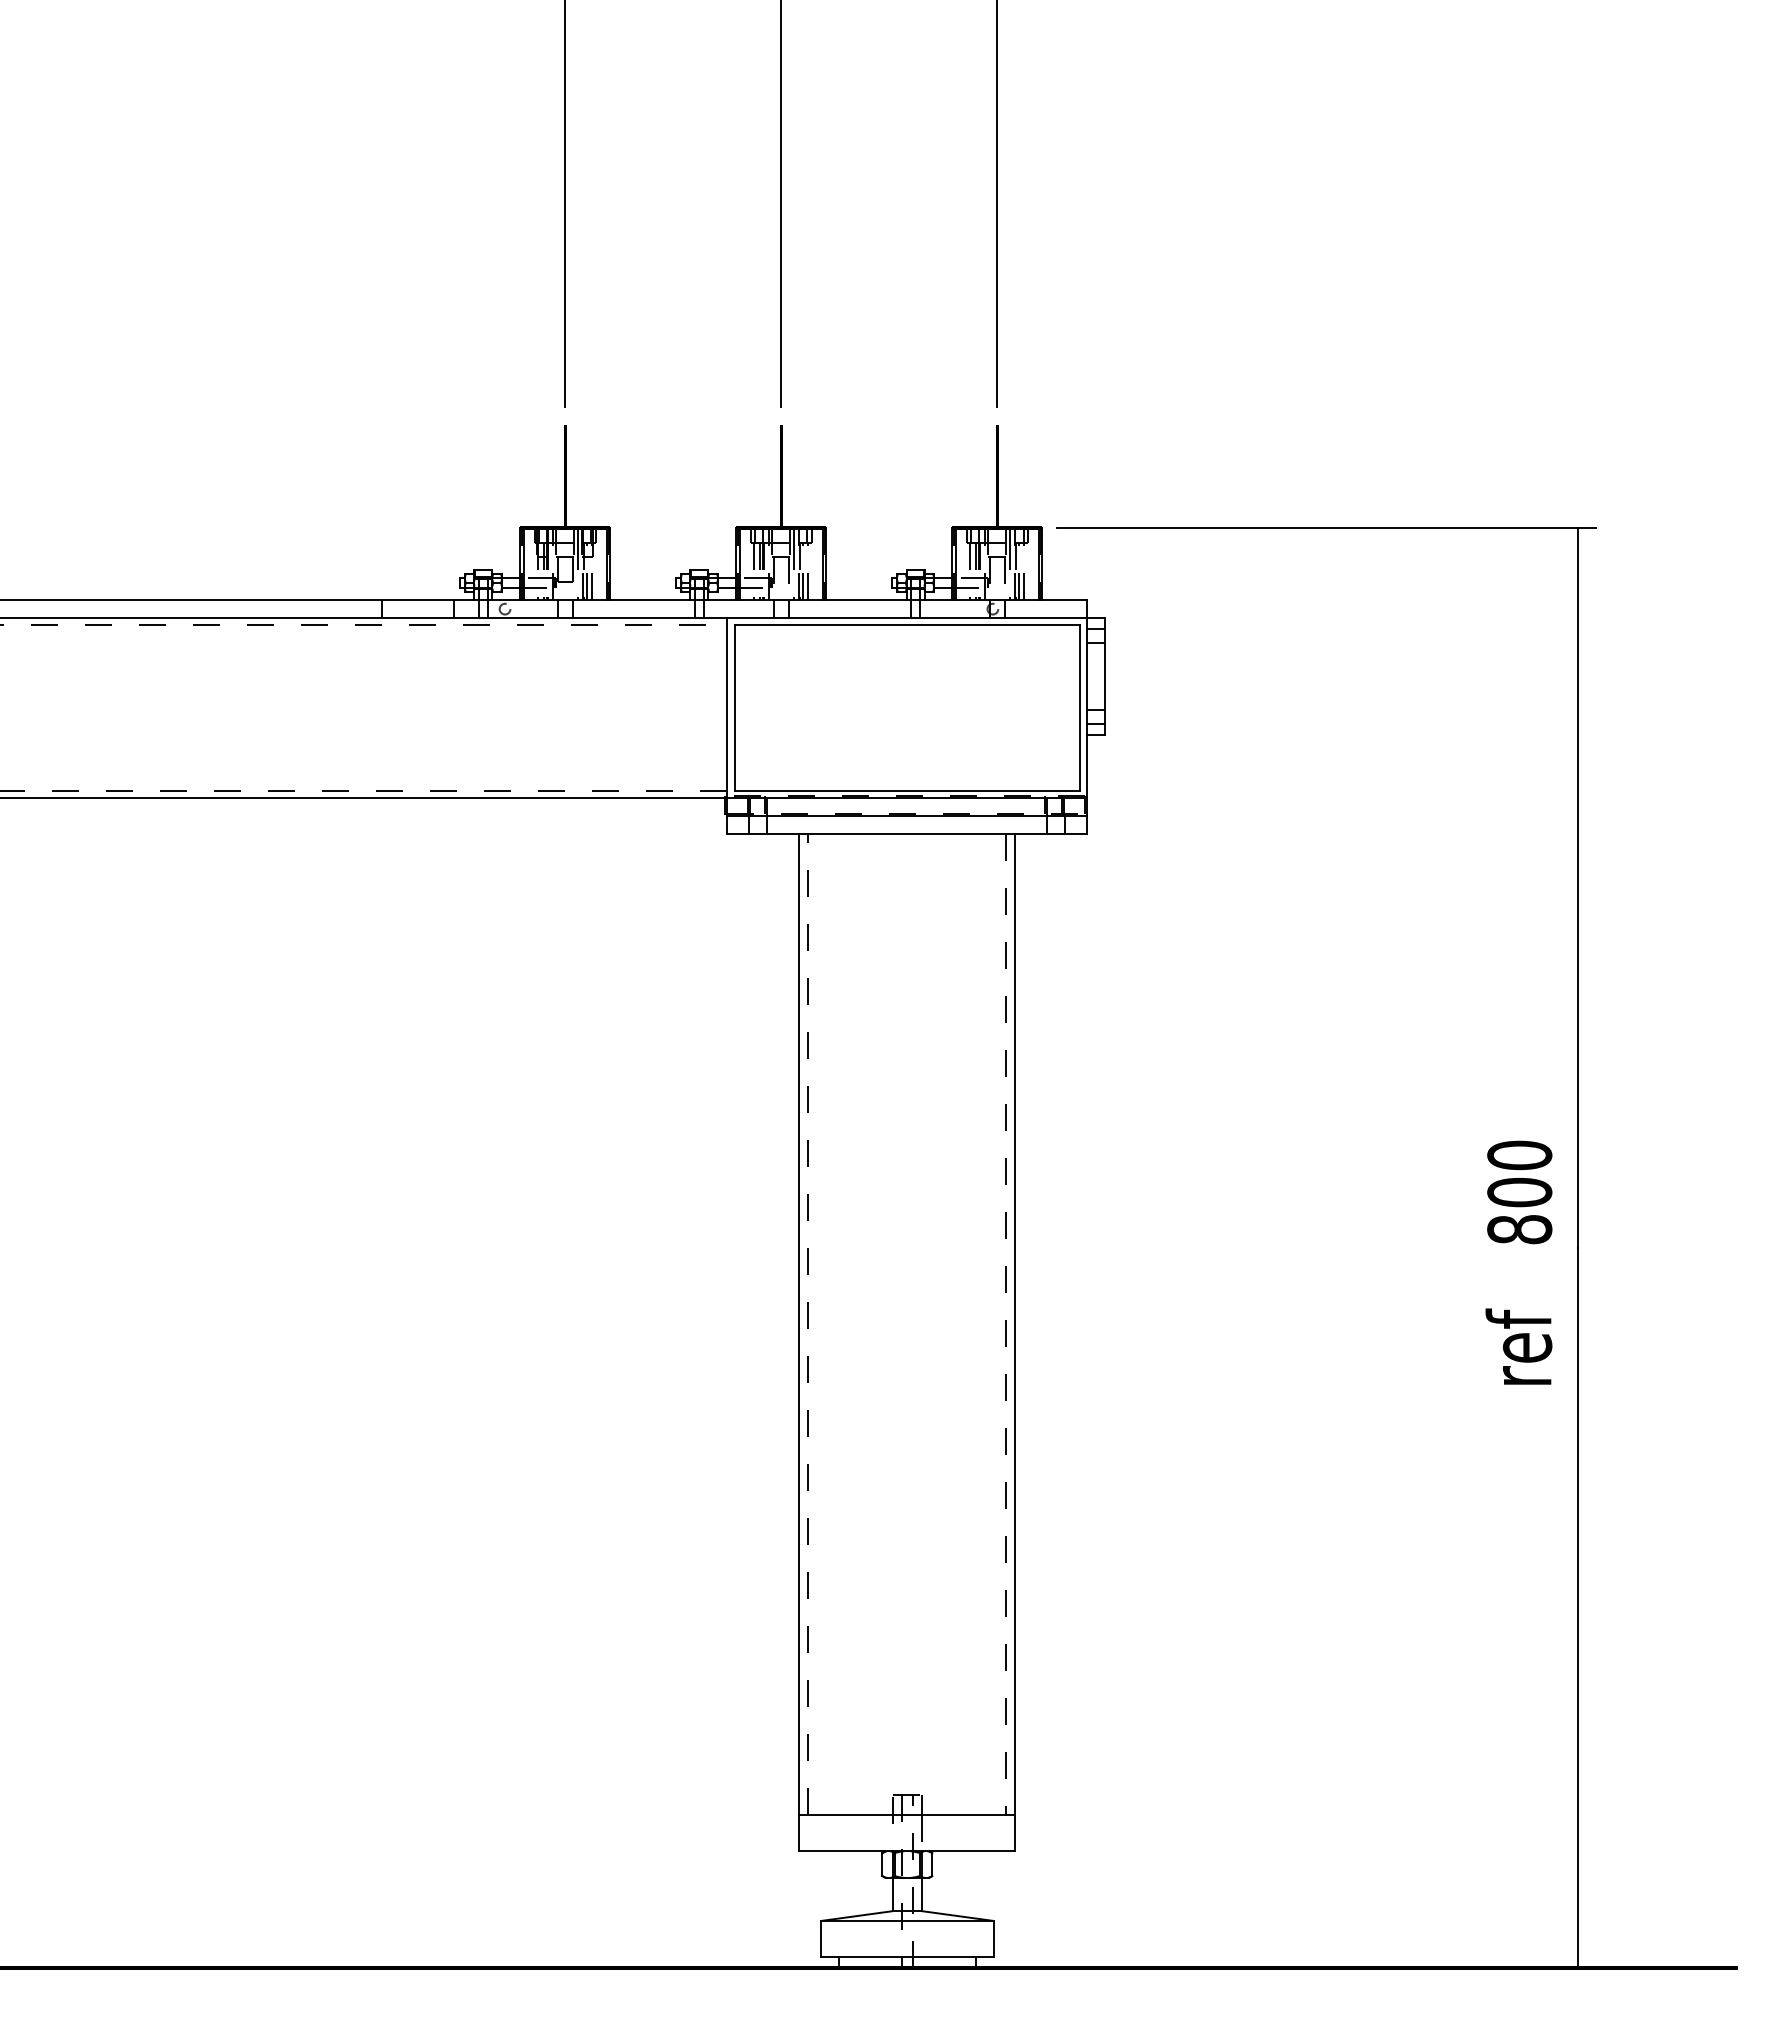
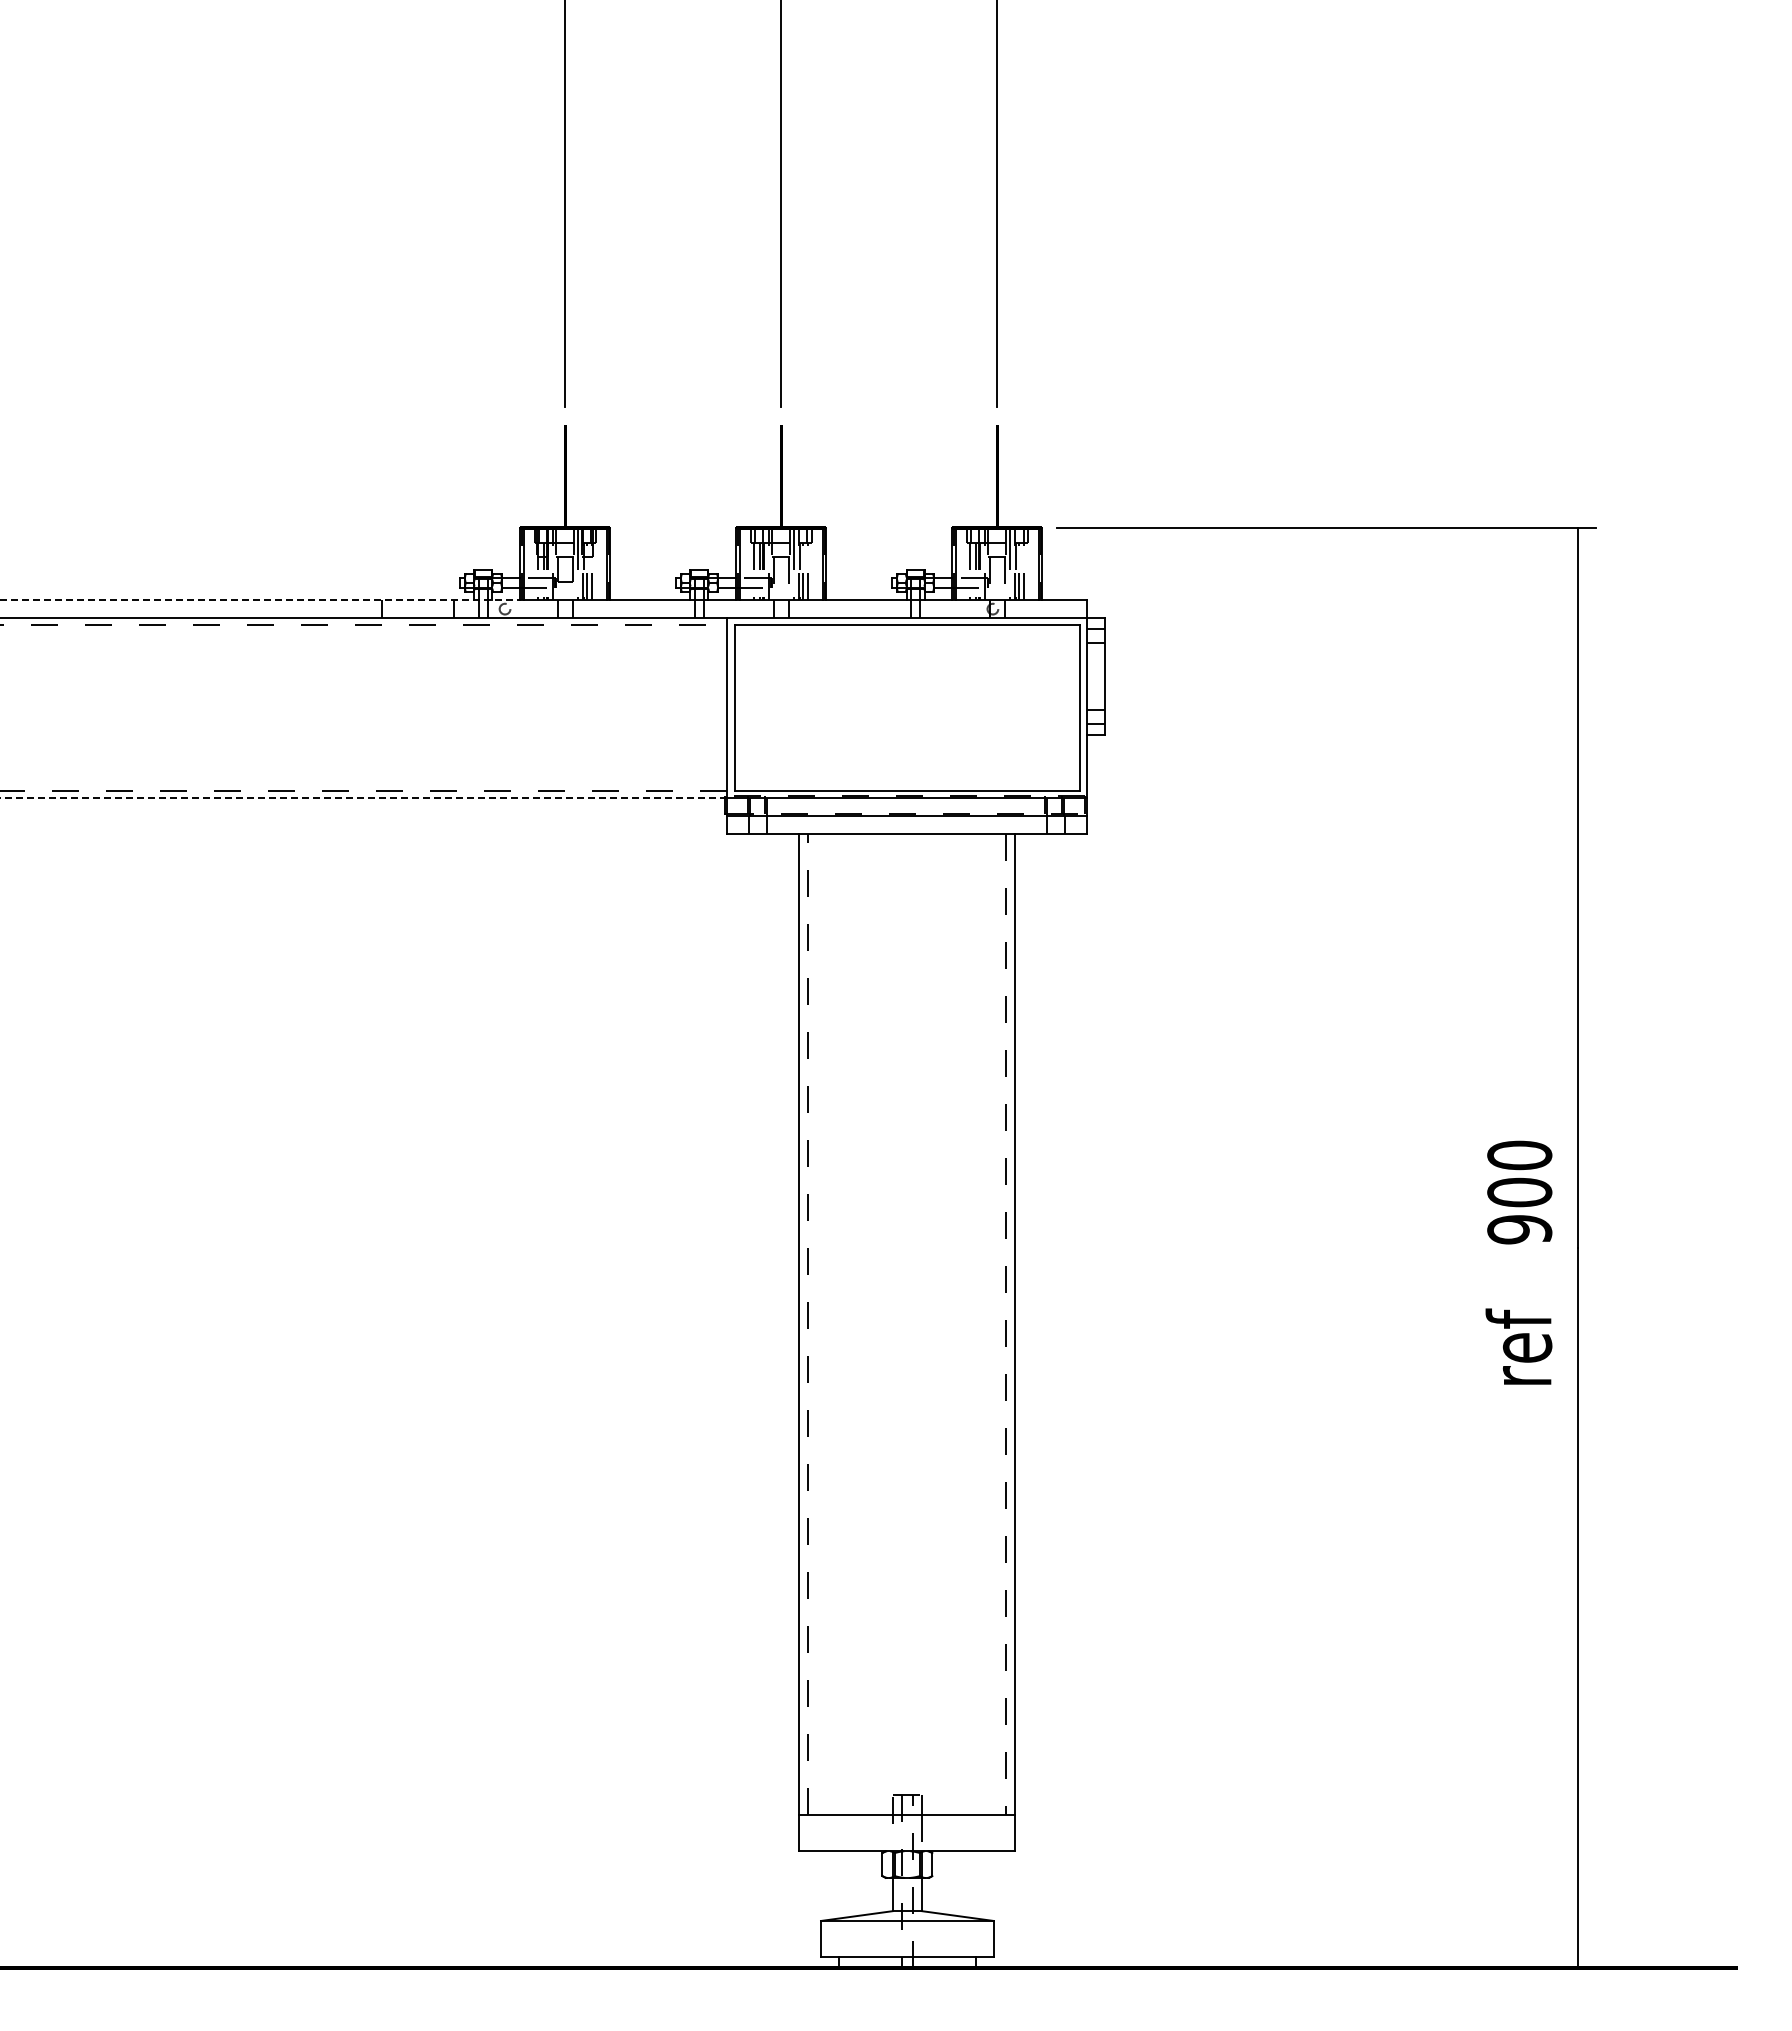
line at (262, 600): solid -> dashed
line at (363, 798): solid -> dashed
text at (1519, 1229): 800 -> 900
